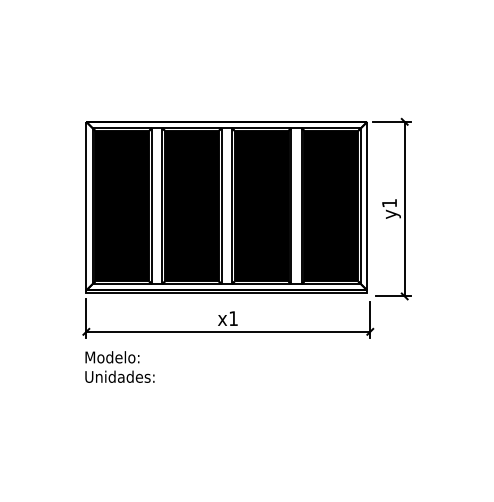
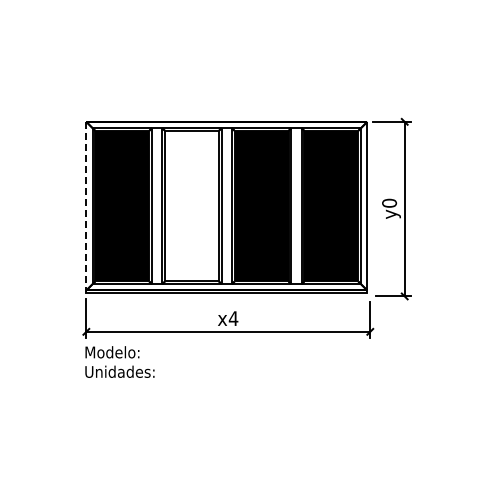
text at (389, 202): y1 -> y0
fill at (191, 205): present -> none
line at (86, 206): solid -> dashed
text at (233, 318): x1 -> x4
text at (119, 366) position: (119, 366) -> (119, 361)
